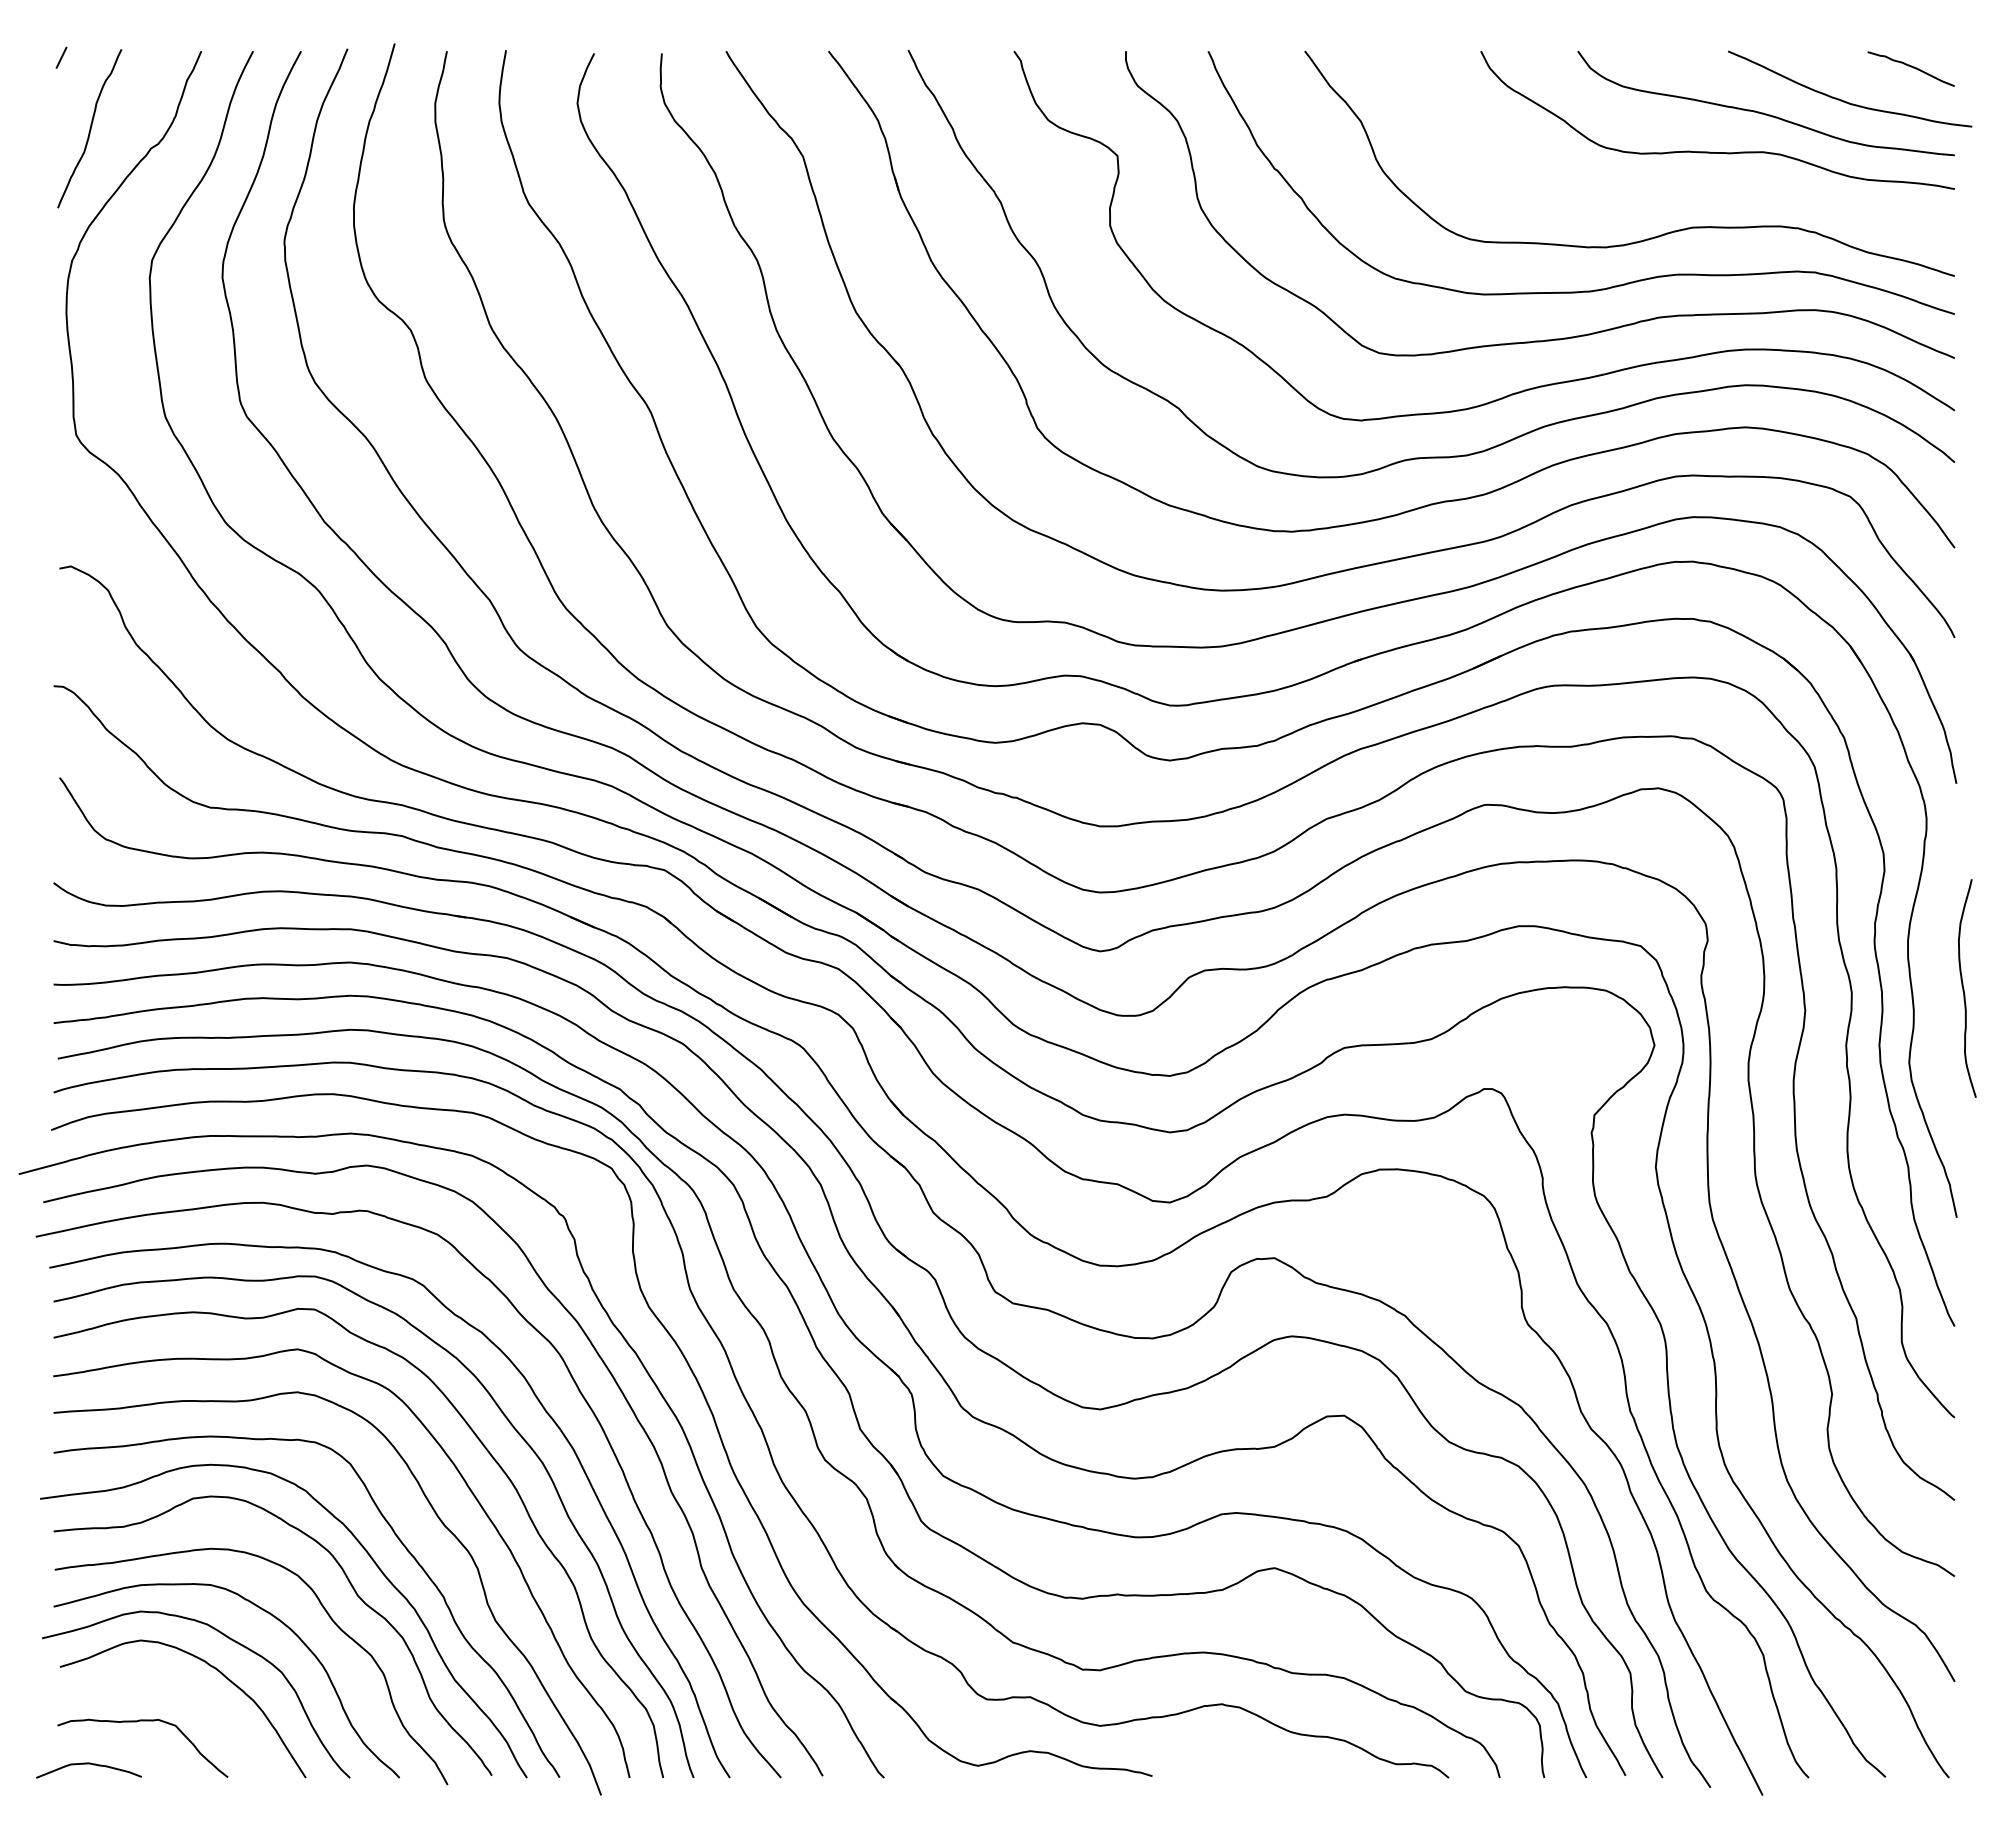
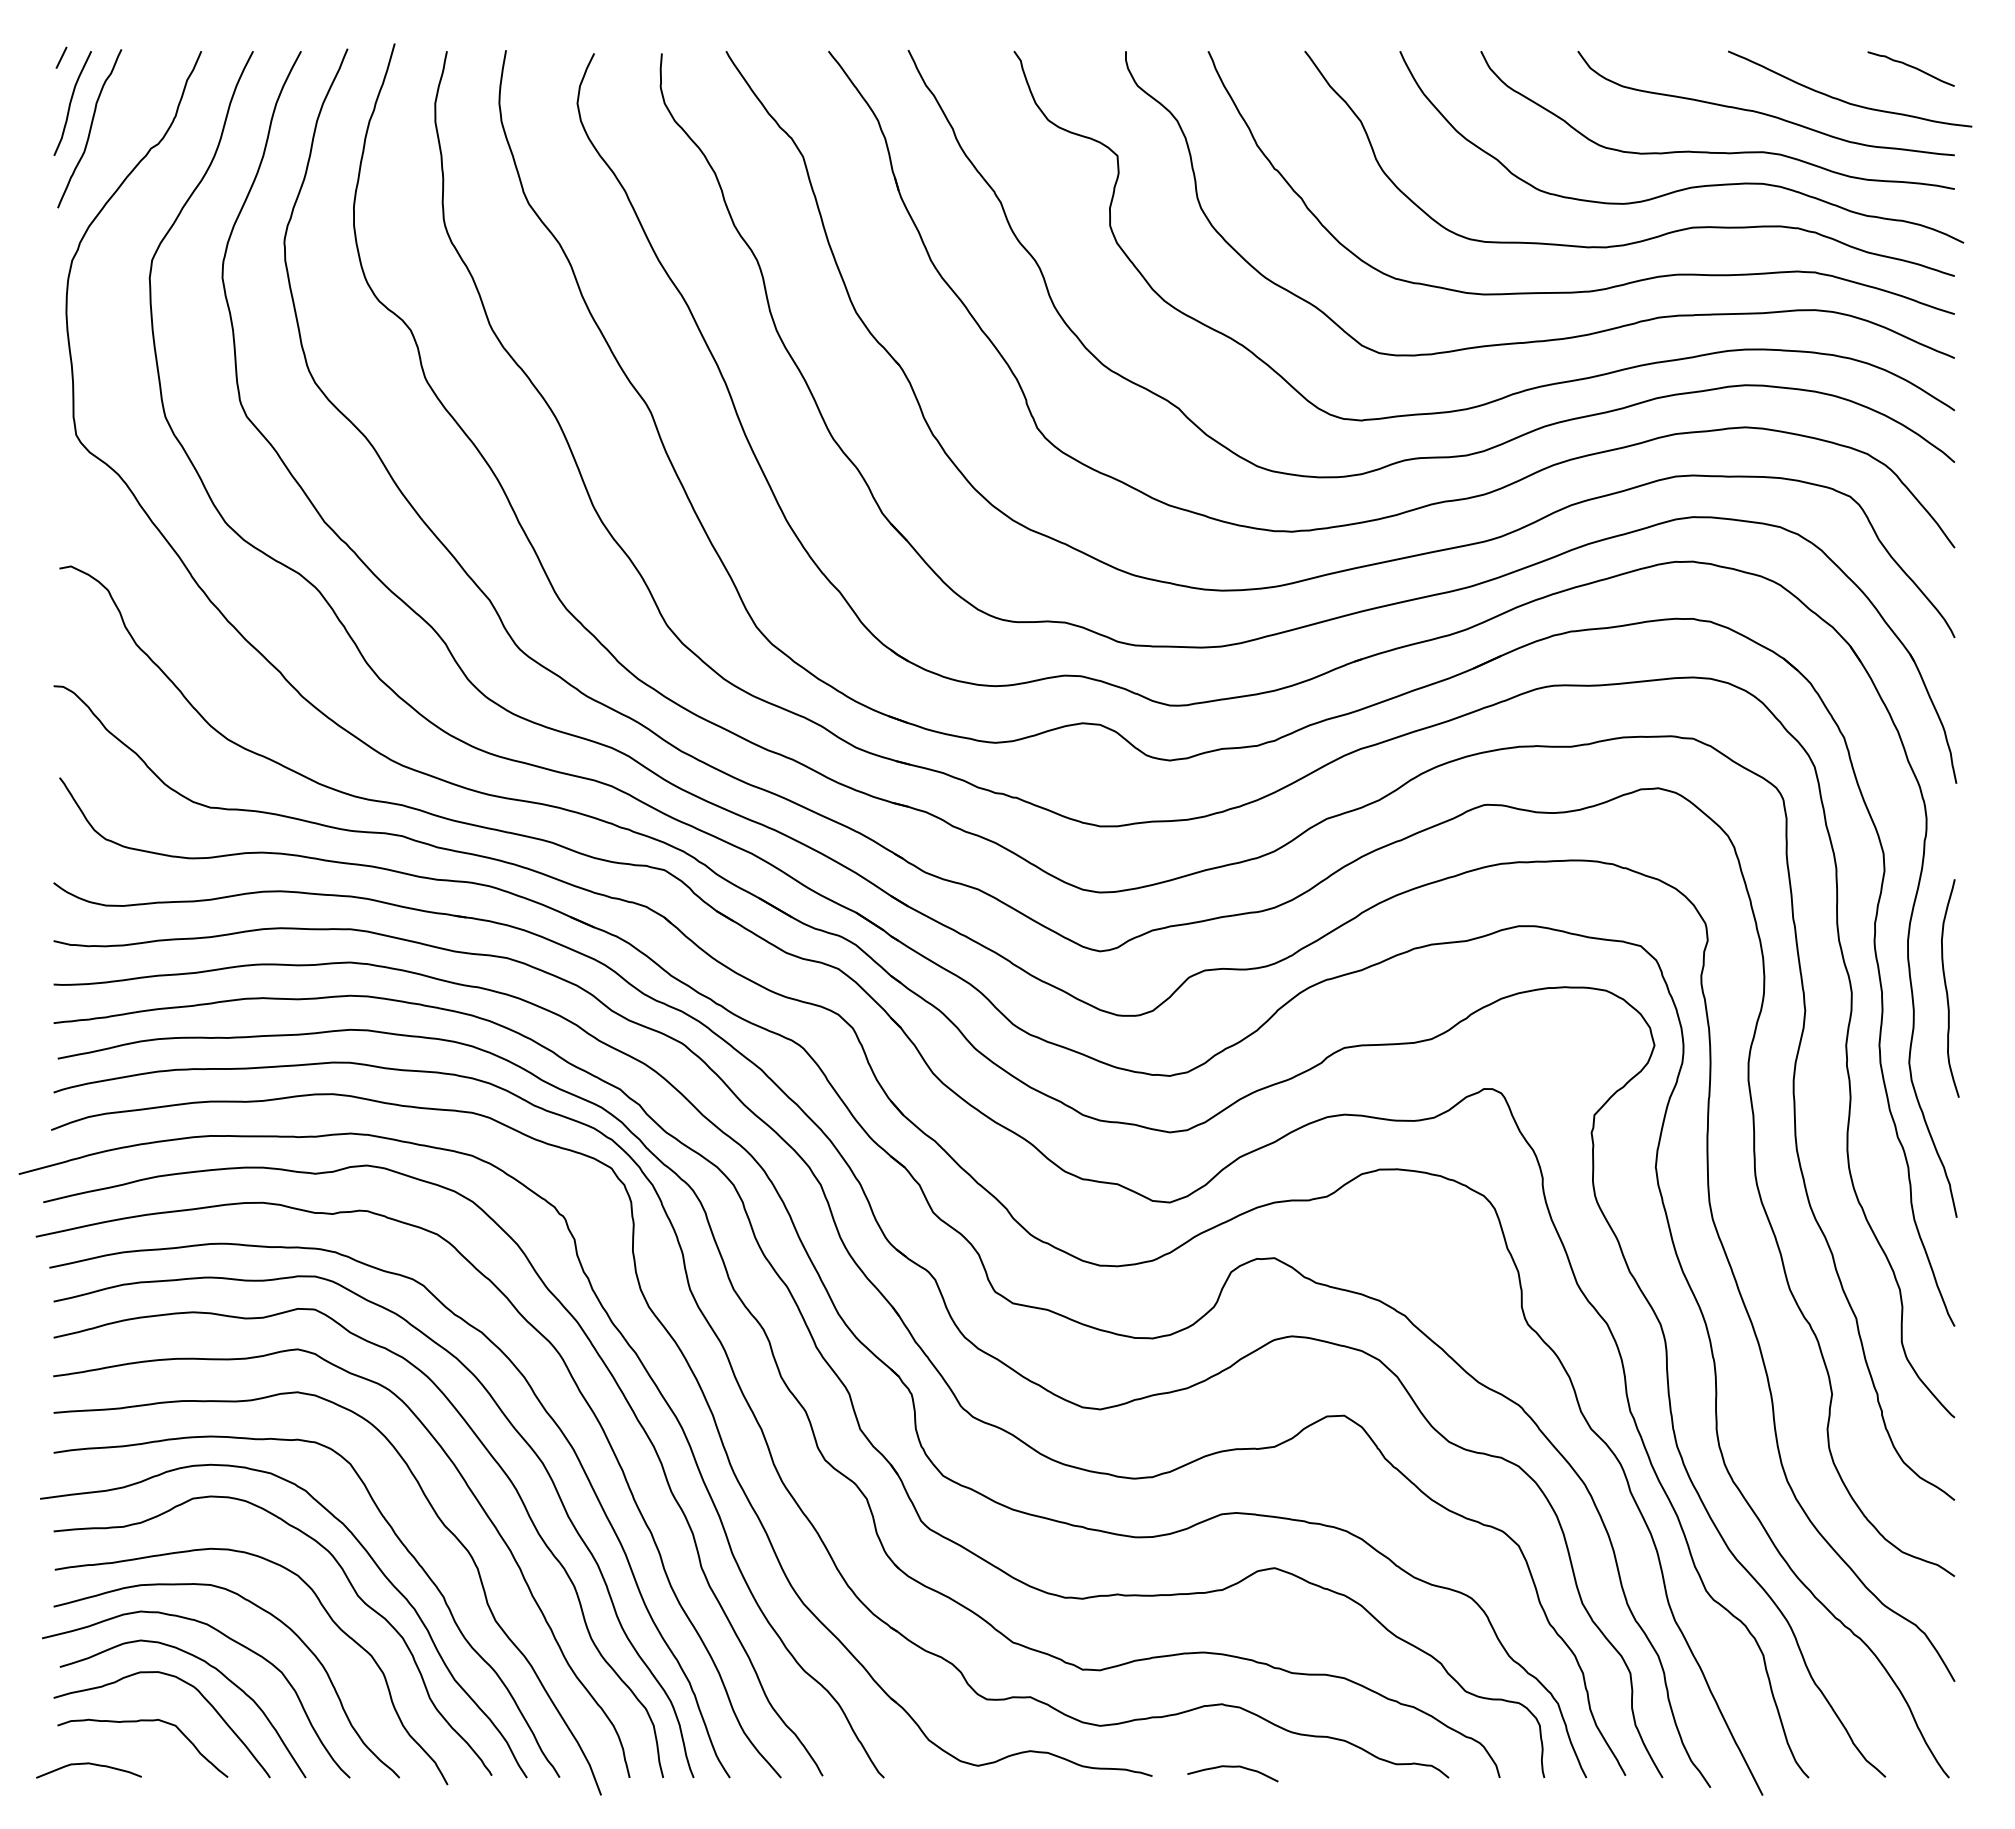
curve at (71, 103): none -> present
curve at (1690, 186): none -> present
curve at (1964, 988) position: (1964, 988) -> (1947, 988)
curve at (183, 1682): none -> present
curve at (1232, 1767): none -> present
